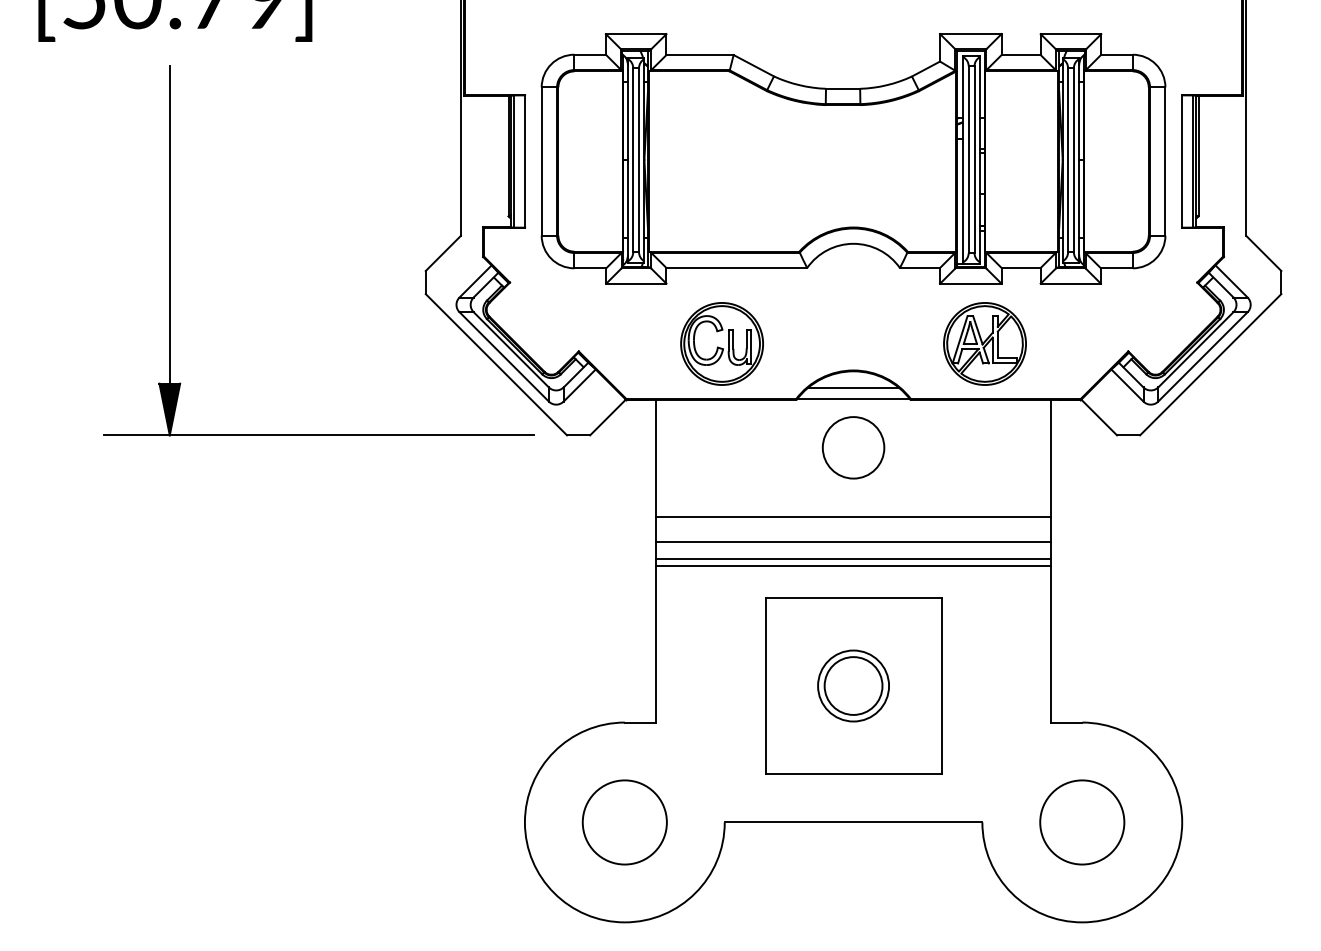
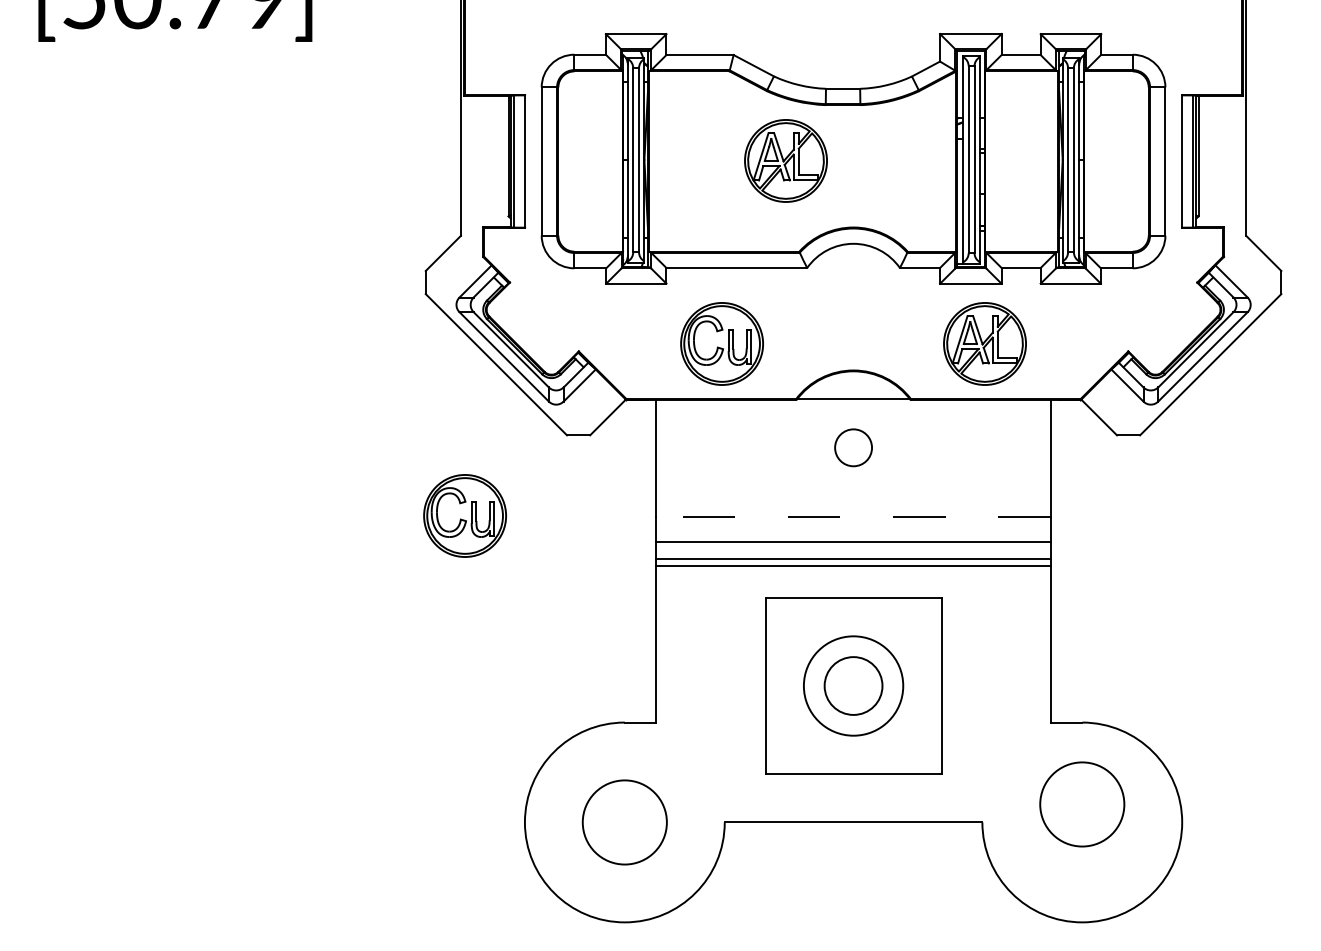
part at (785, 160): none -> present
part at (170, 250): present -> none
line at (853, 388): present -> none
circle at (853, 447) diameter: 62 px -> 37 px
part at (464, 515): none -> present
line at (853, 517): solid -> dashed
circle at (853, 685) diameter: 71 px -> 99 px
circle at (1082, 822) position: (1082, 822) -> (1082, 804)
